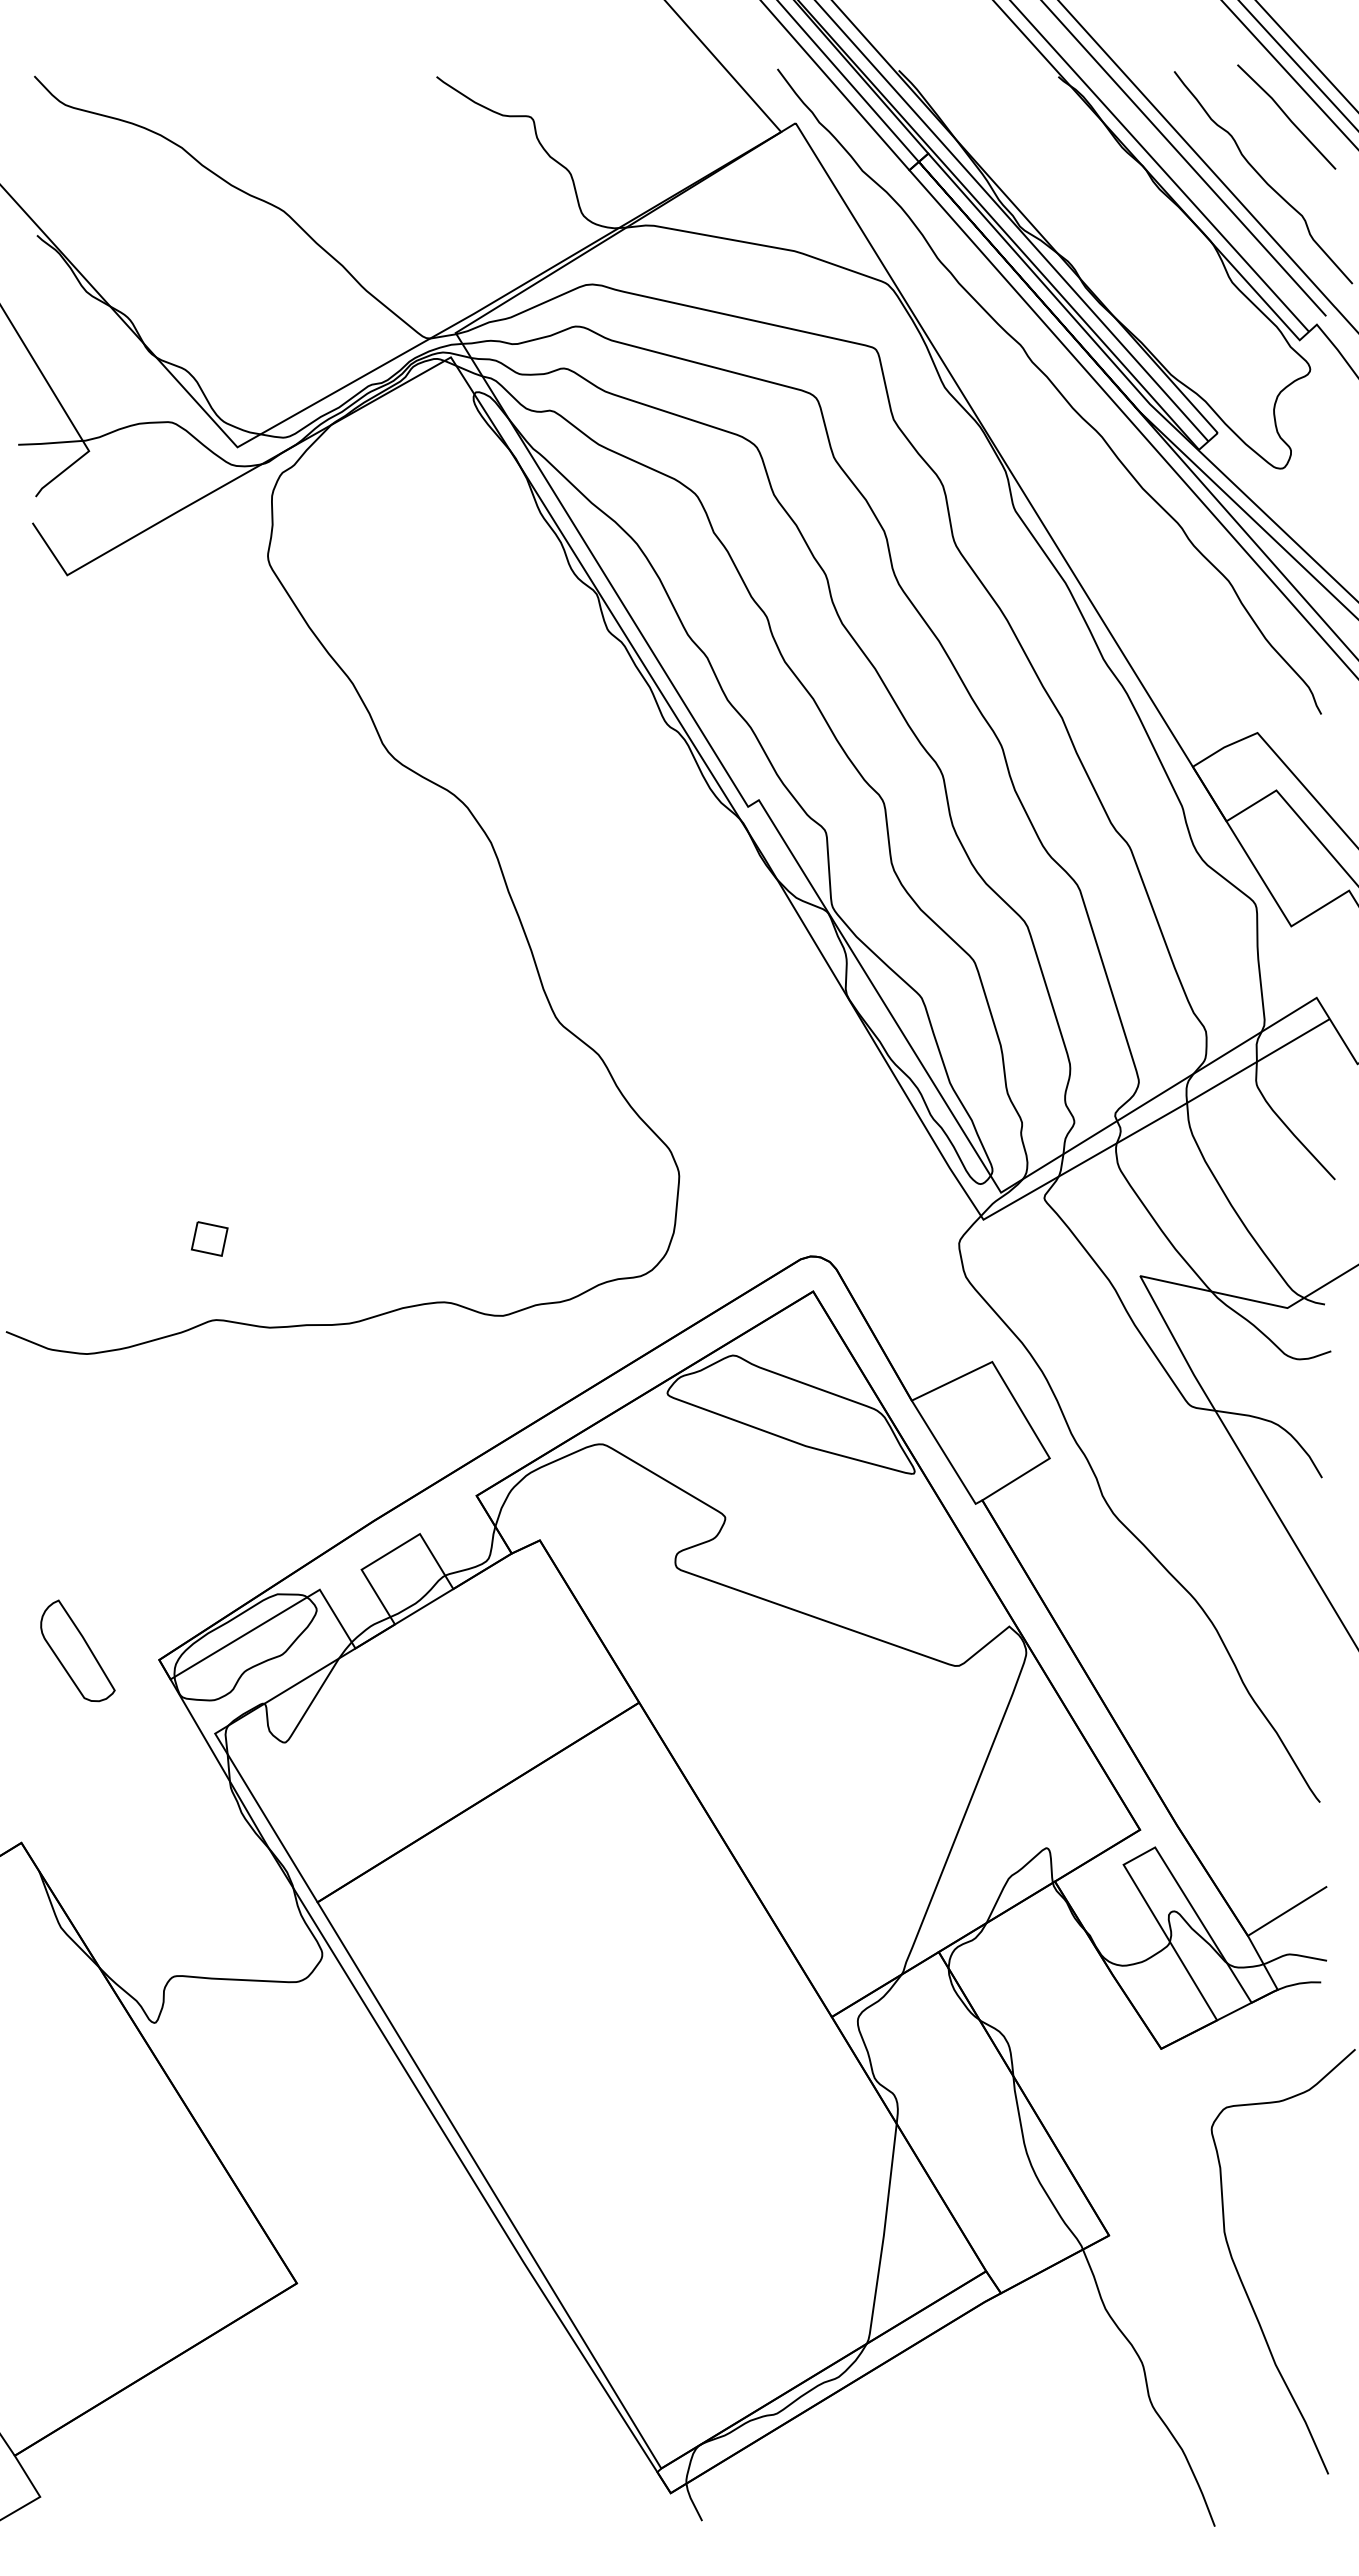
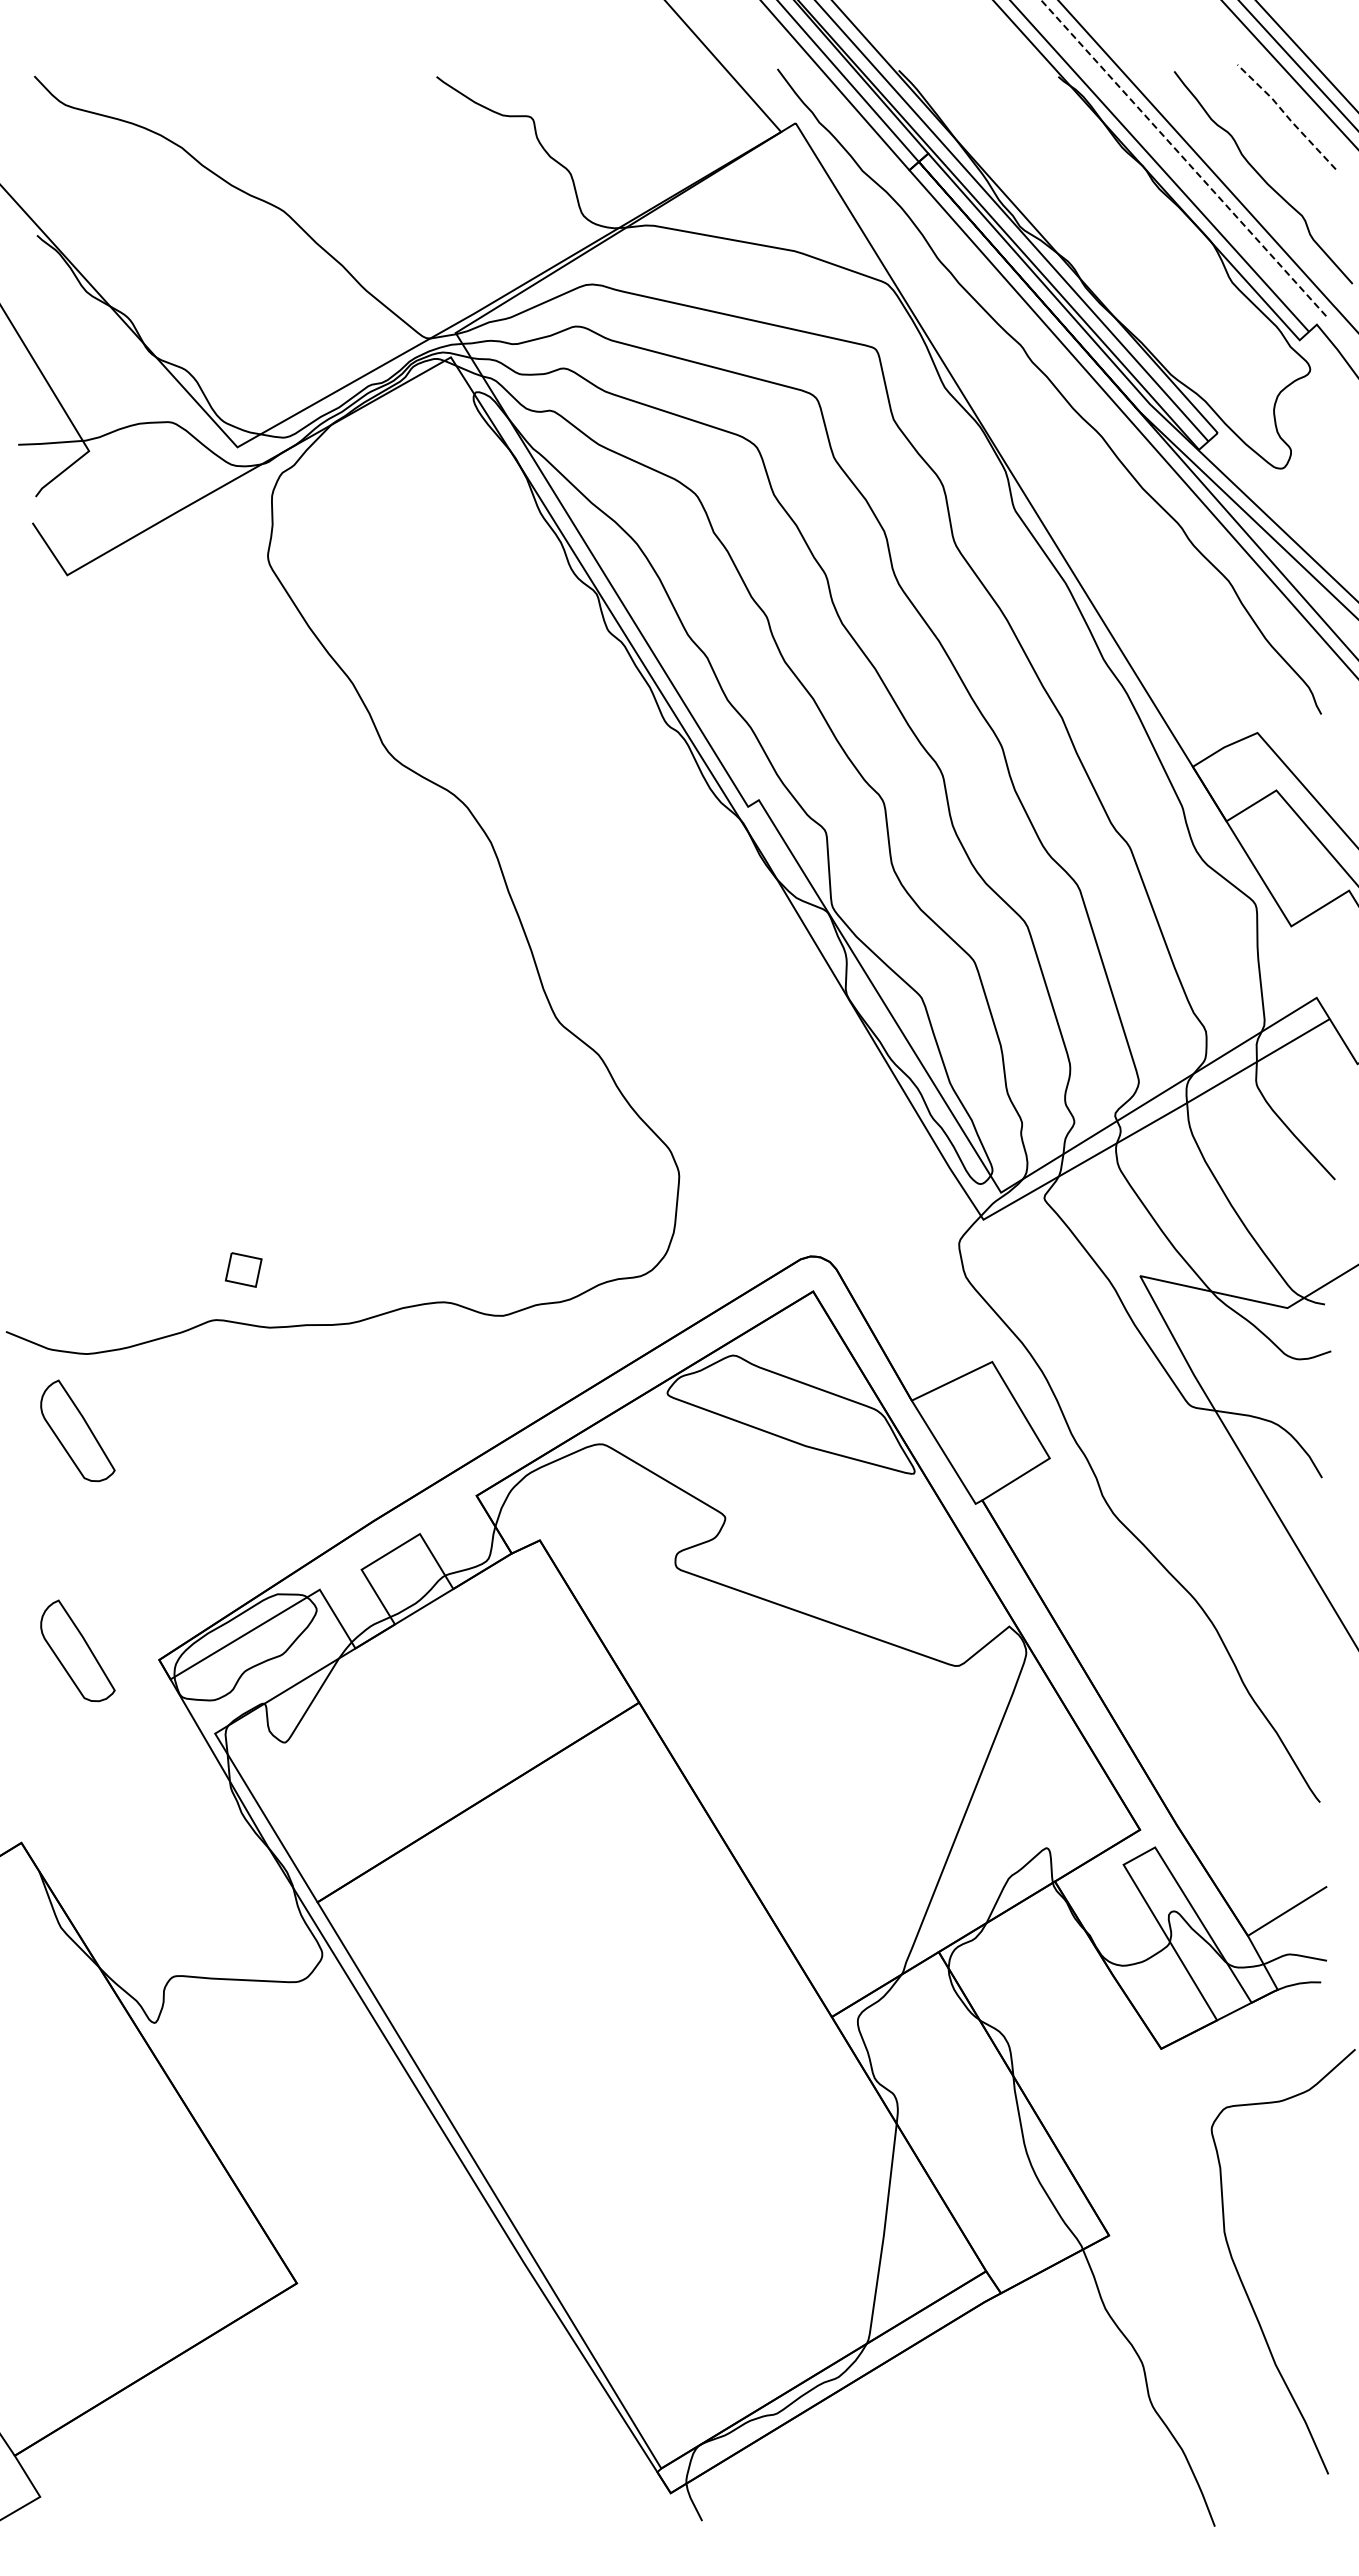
line at (1287, 116): solid -> dashed
line at (1183, 158): solid -> dashed
part at (209, 1238) position: (209, 1238) -> (243, 1269)
part at (77, 1430): none -> present
